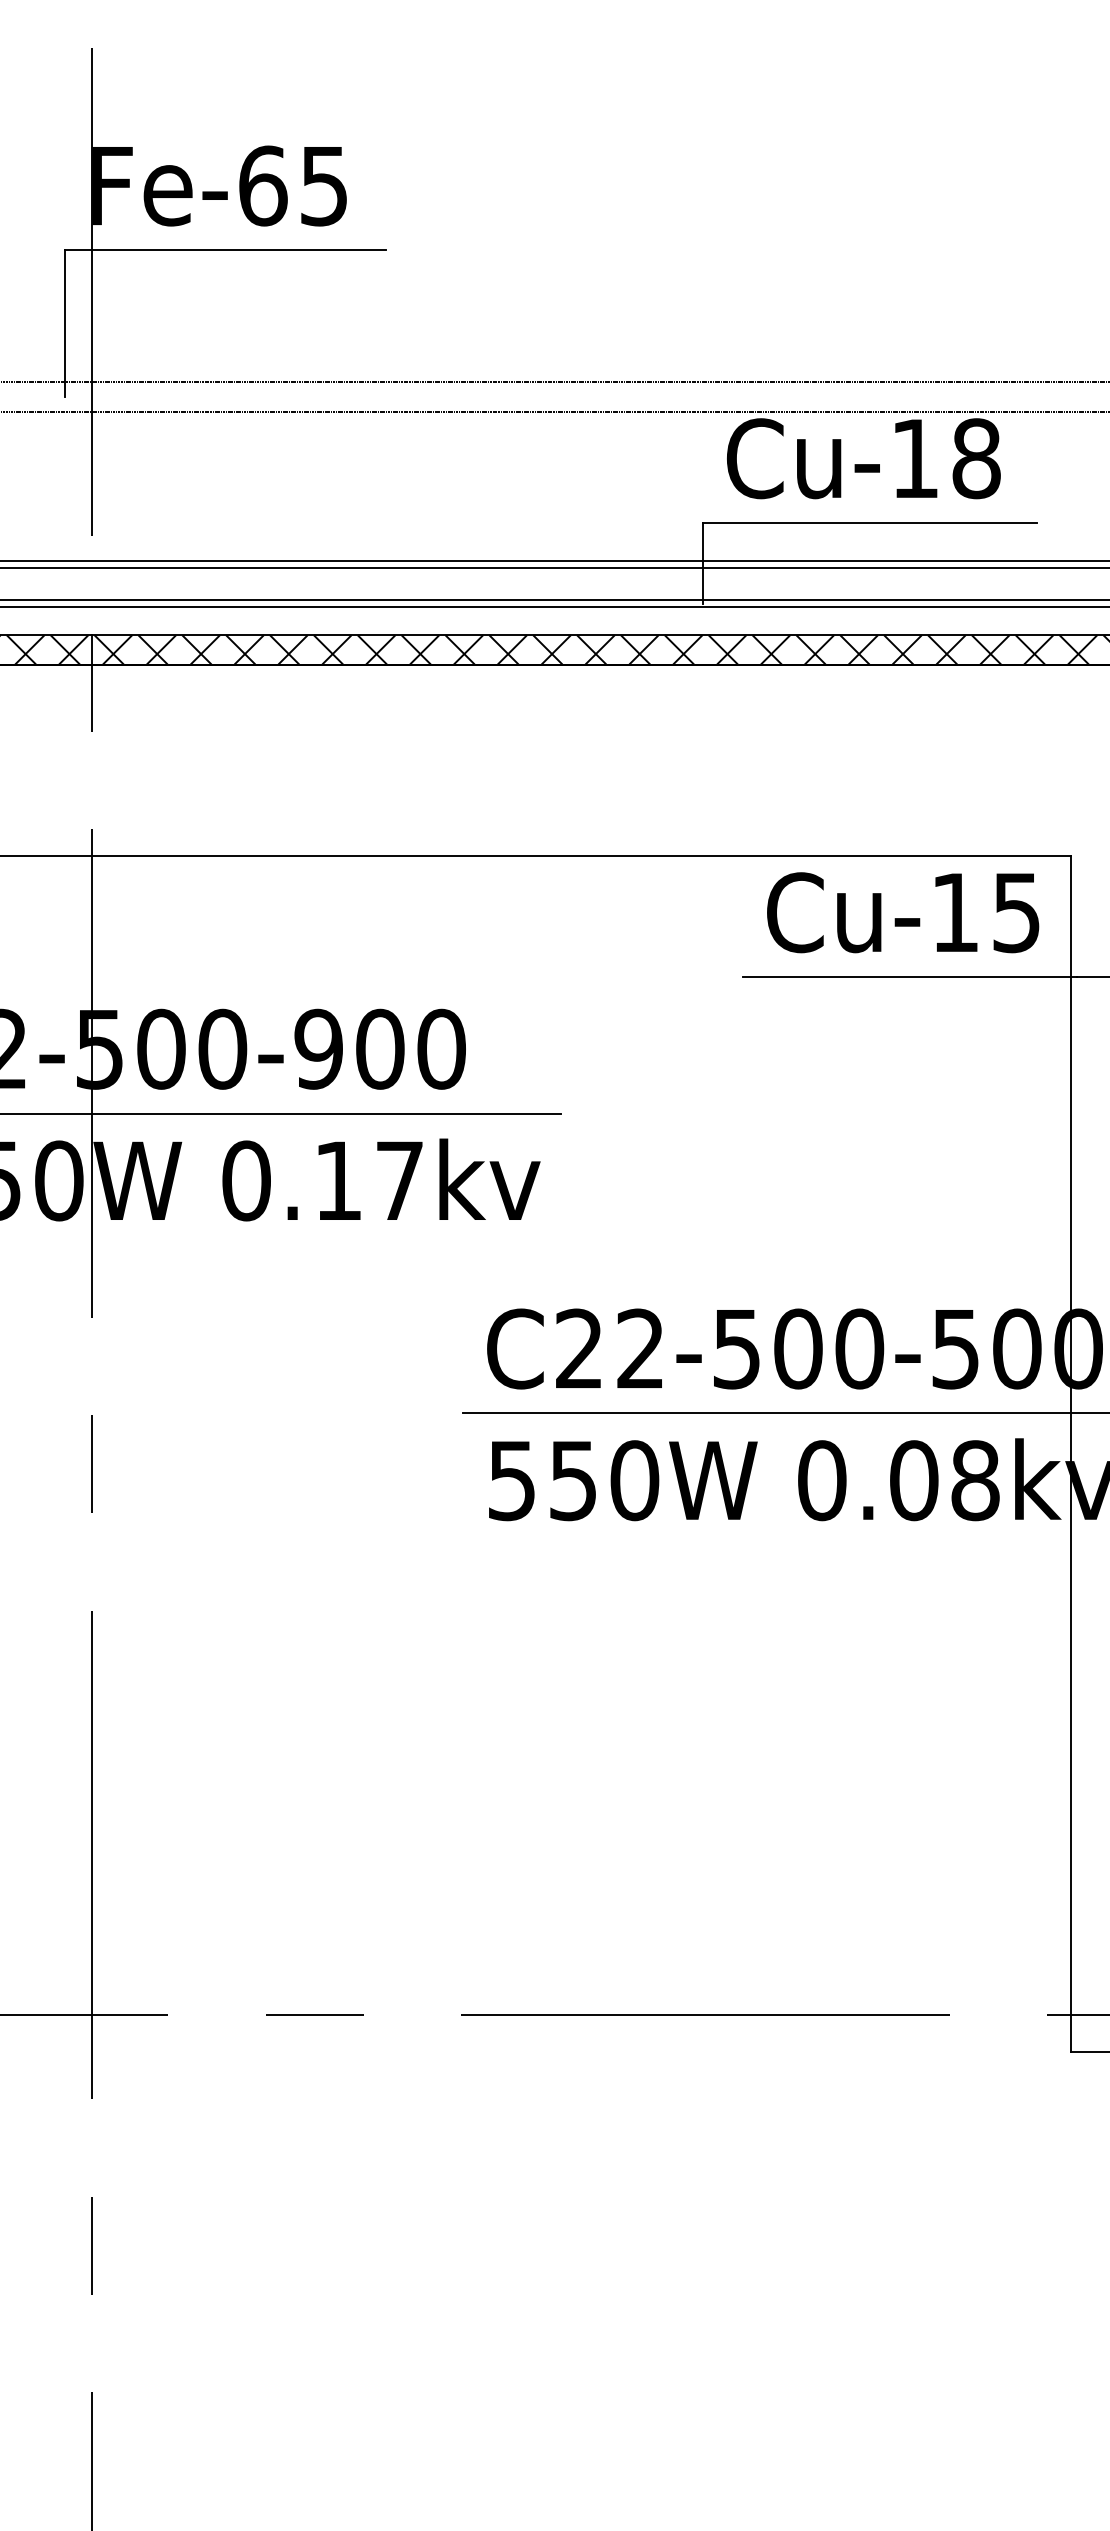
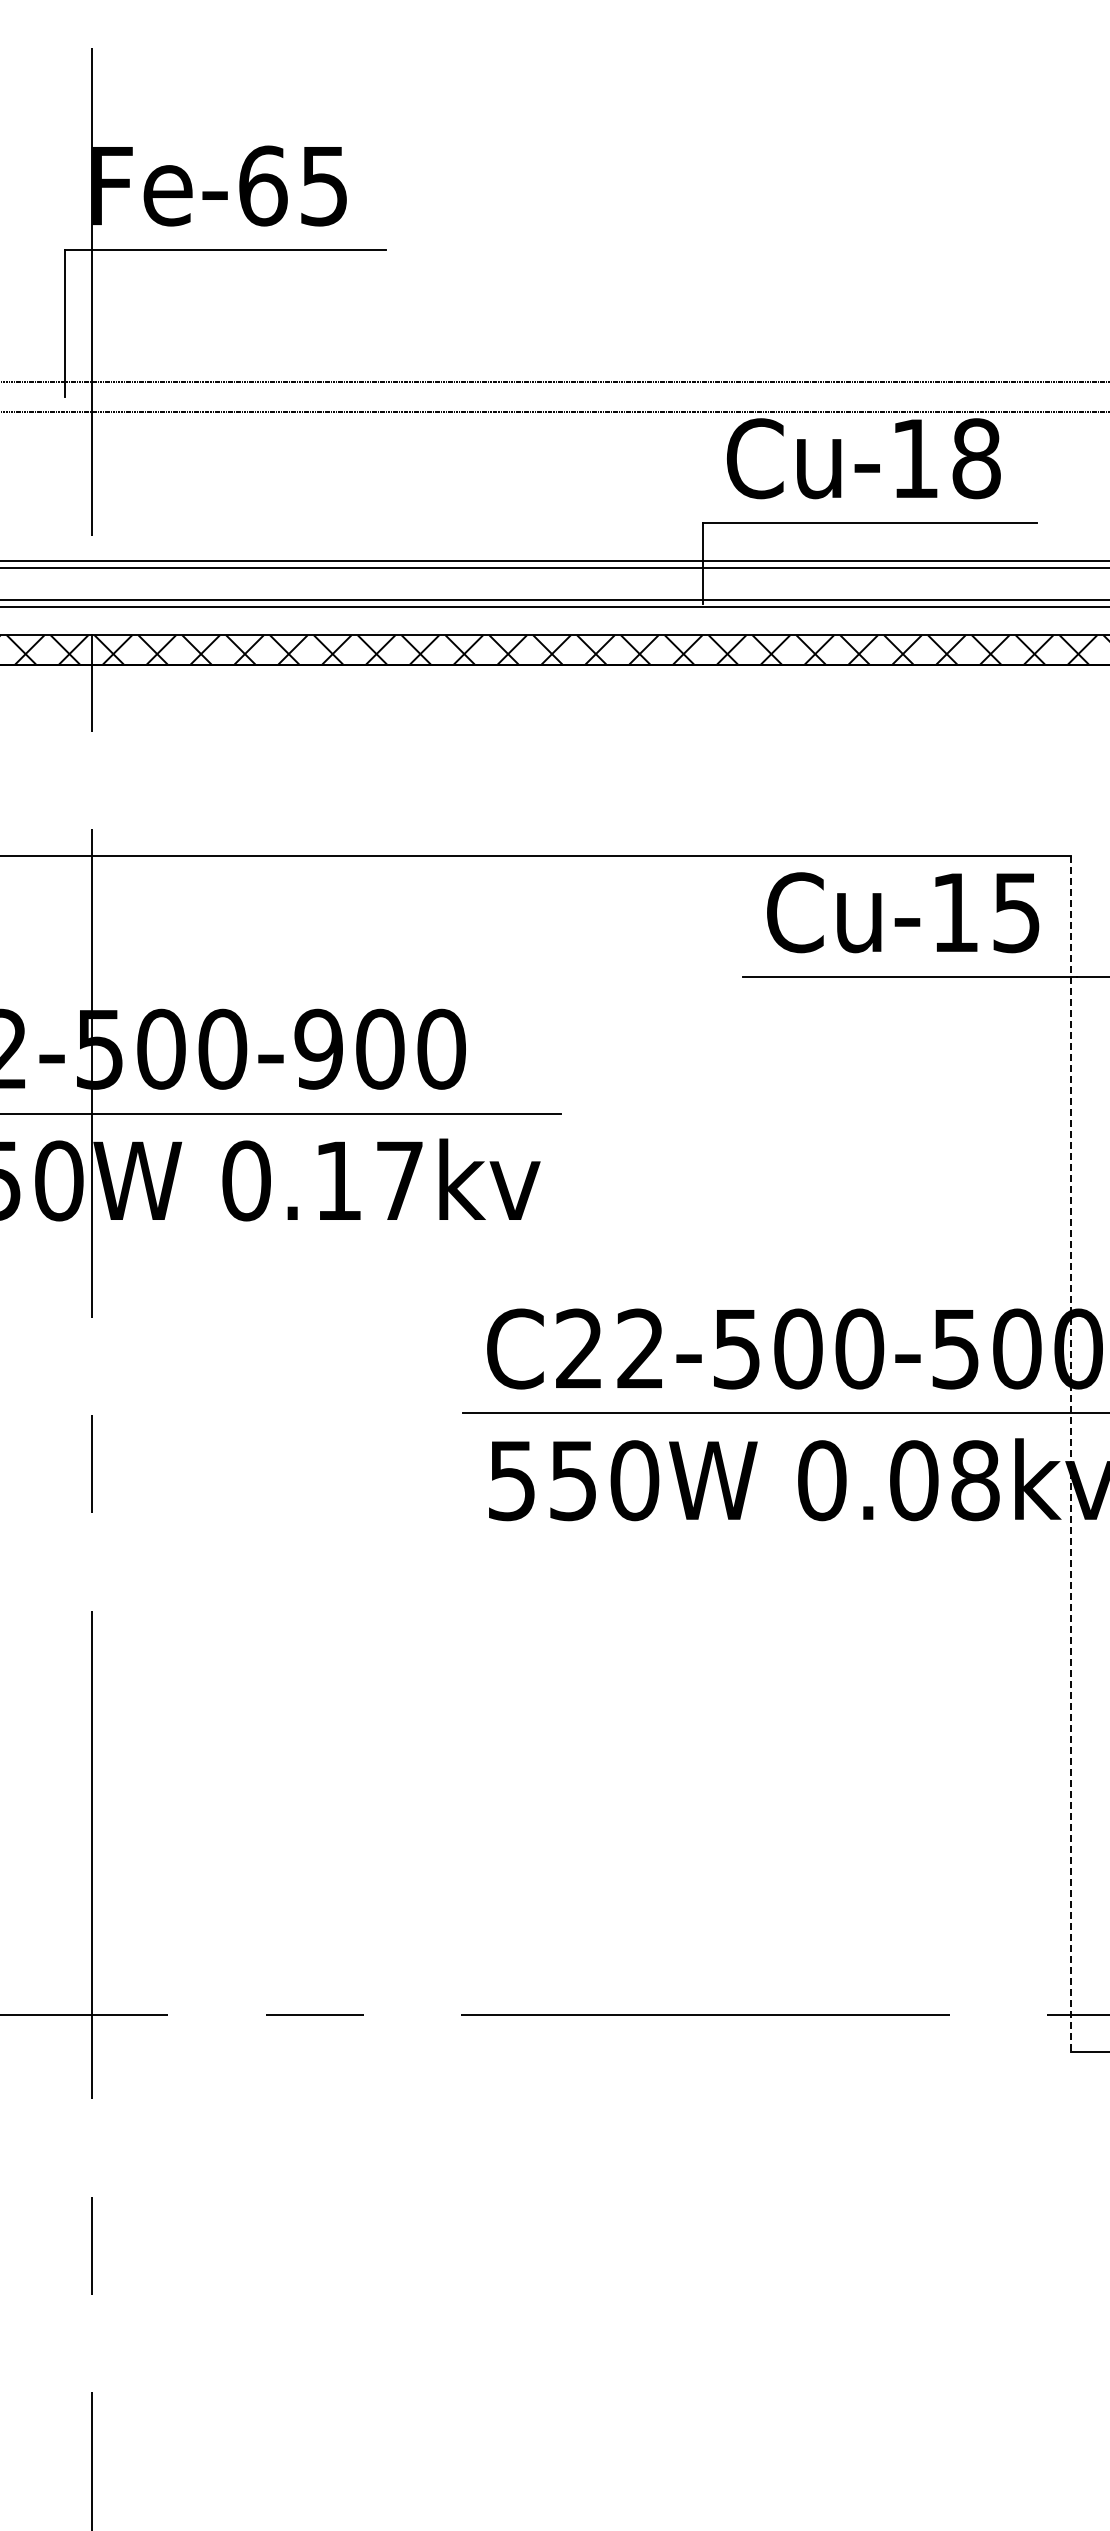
line at (1070, 1453): solid -> dashed
